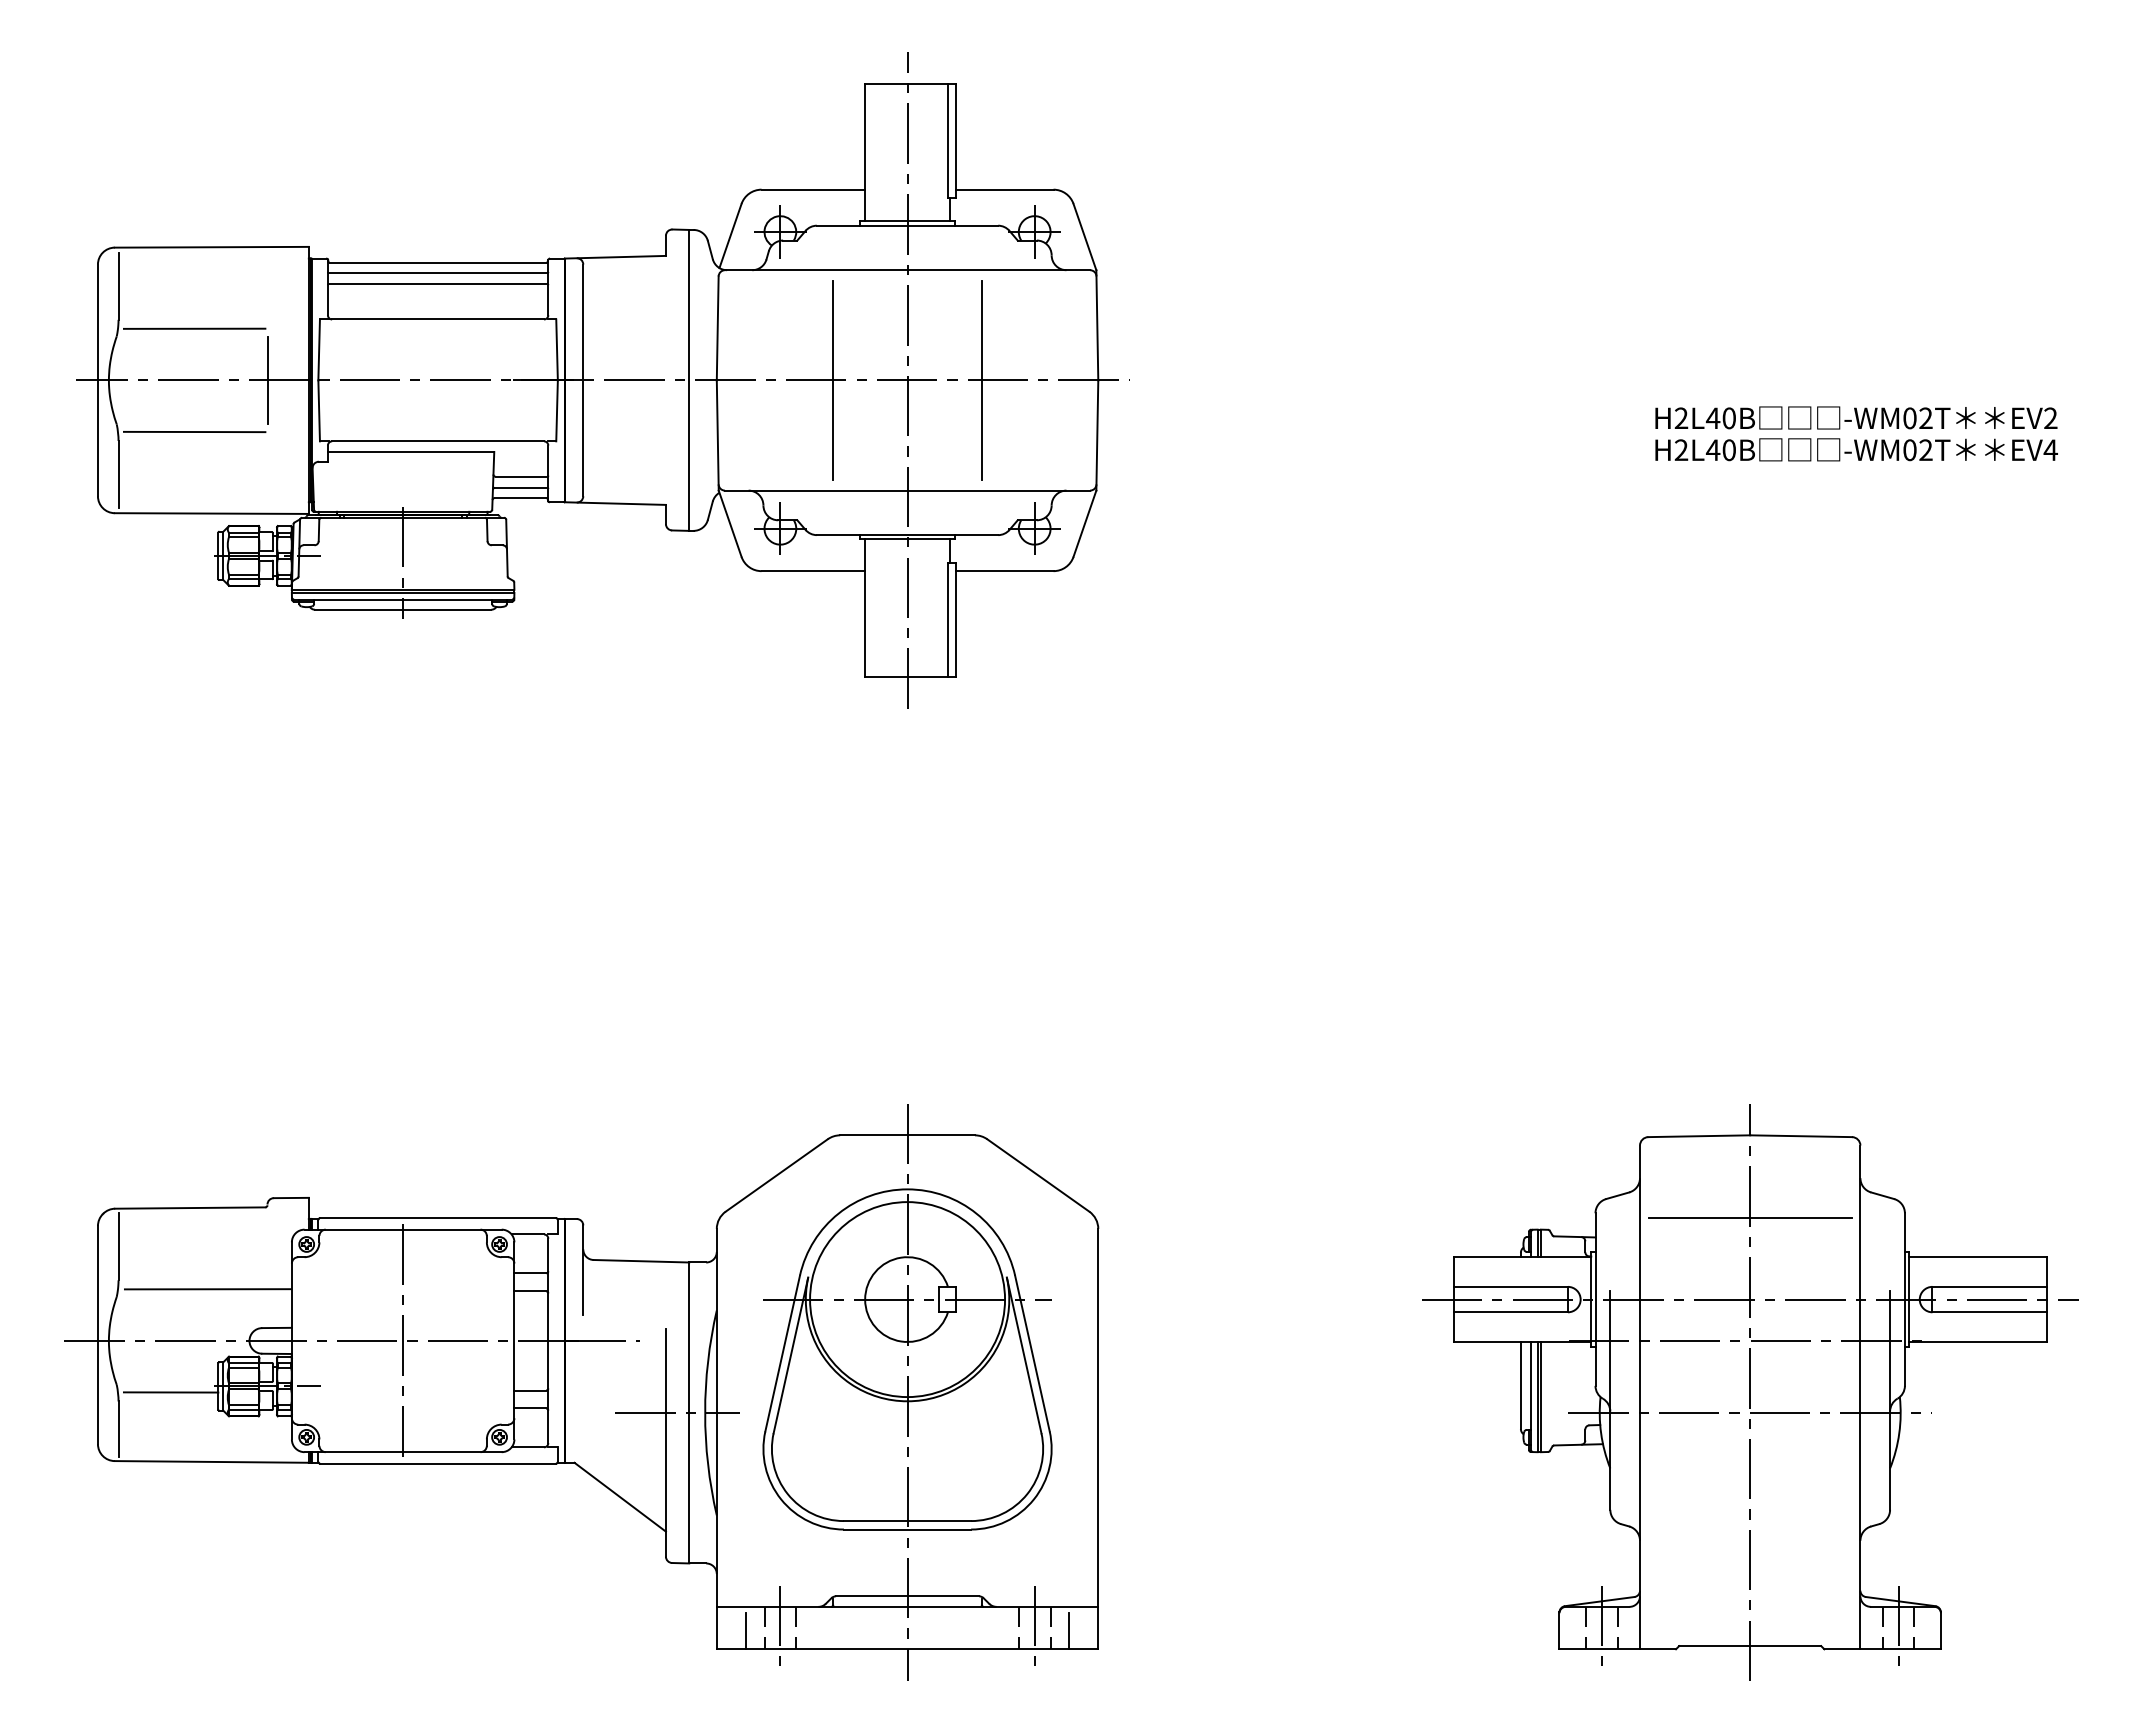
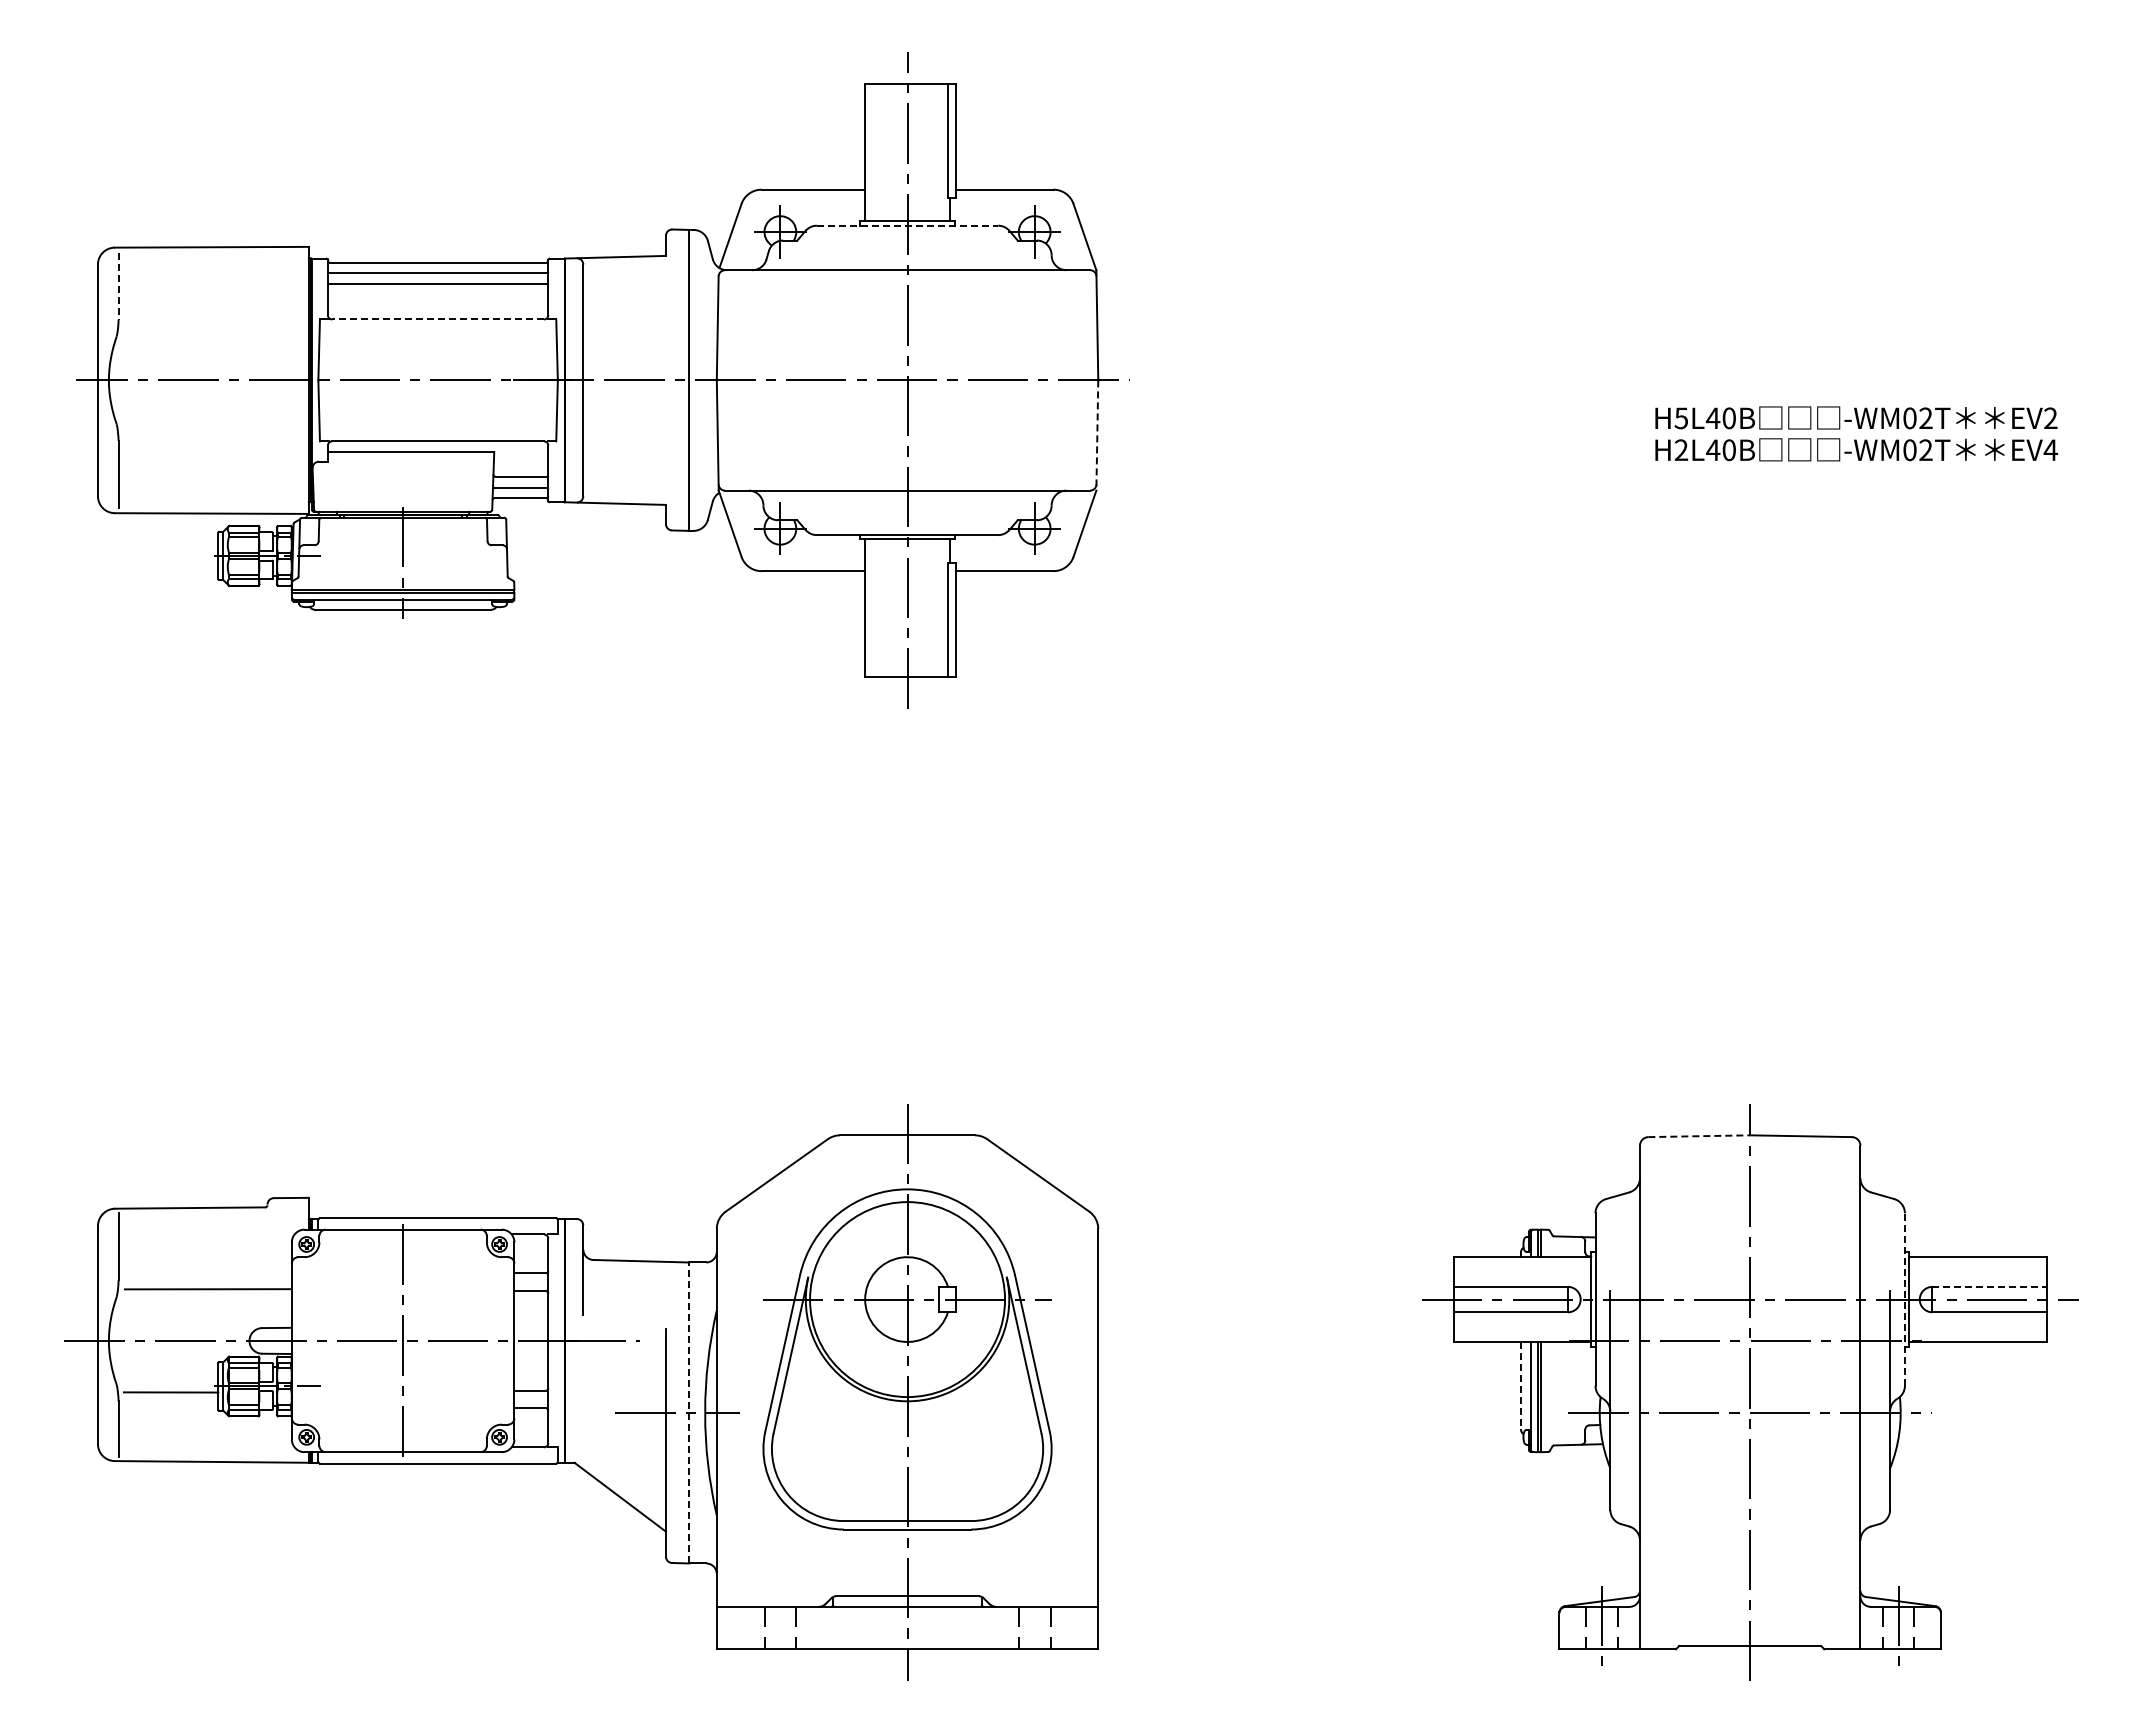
line at (907, 225): solid -> dashed
line at (118, 286): solid -> dashed
line at (438, 319): solid -> dashed
line at (194, 328): present -> none
line at (267, 380): present -> none
line at (833, 380): present -> none
line at (981, 380): present -> none
text at (1681, 418): H2L40B -> H5L40B
line at (194, 431): present -> none
line at (1097, 436): solid -> dashed
line at (1699, 1136): solid -> dashed
line at (1750, 1217): present -> none
line at (1990, 1286): solid -> dashed
line at (1904, 1299): solid -> dashed
line at (1520, 1385): solid -> dashed
line at (689, 1412): solid -> dashed
line at (780, 1627): present -> none
line at (1034, 1627): present -> none
line at (746, 1630): present -> none
line at (1068, 1630): present -> none
